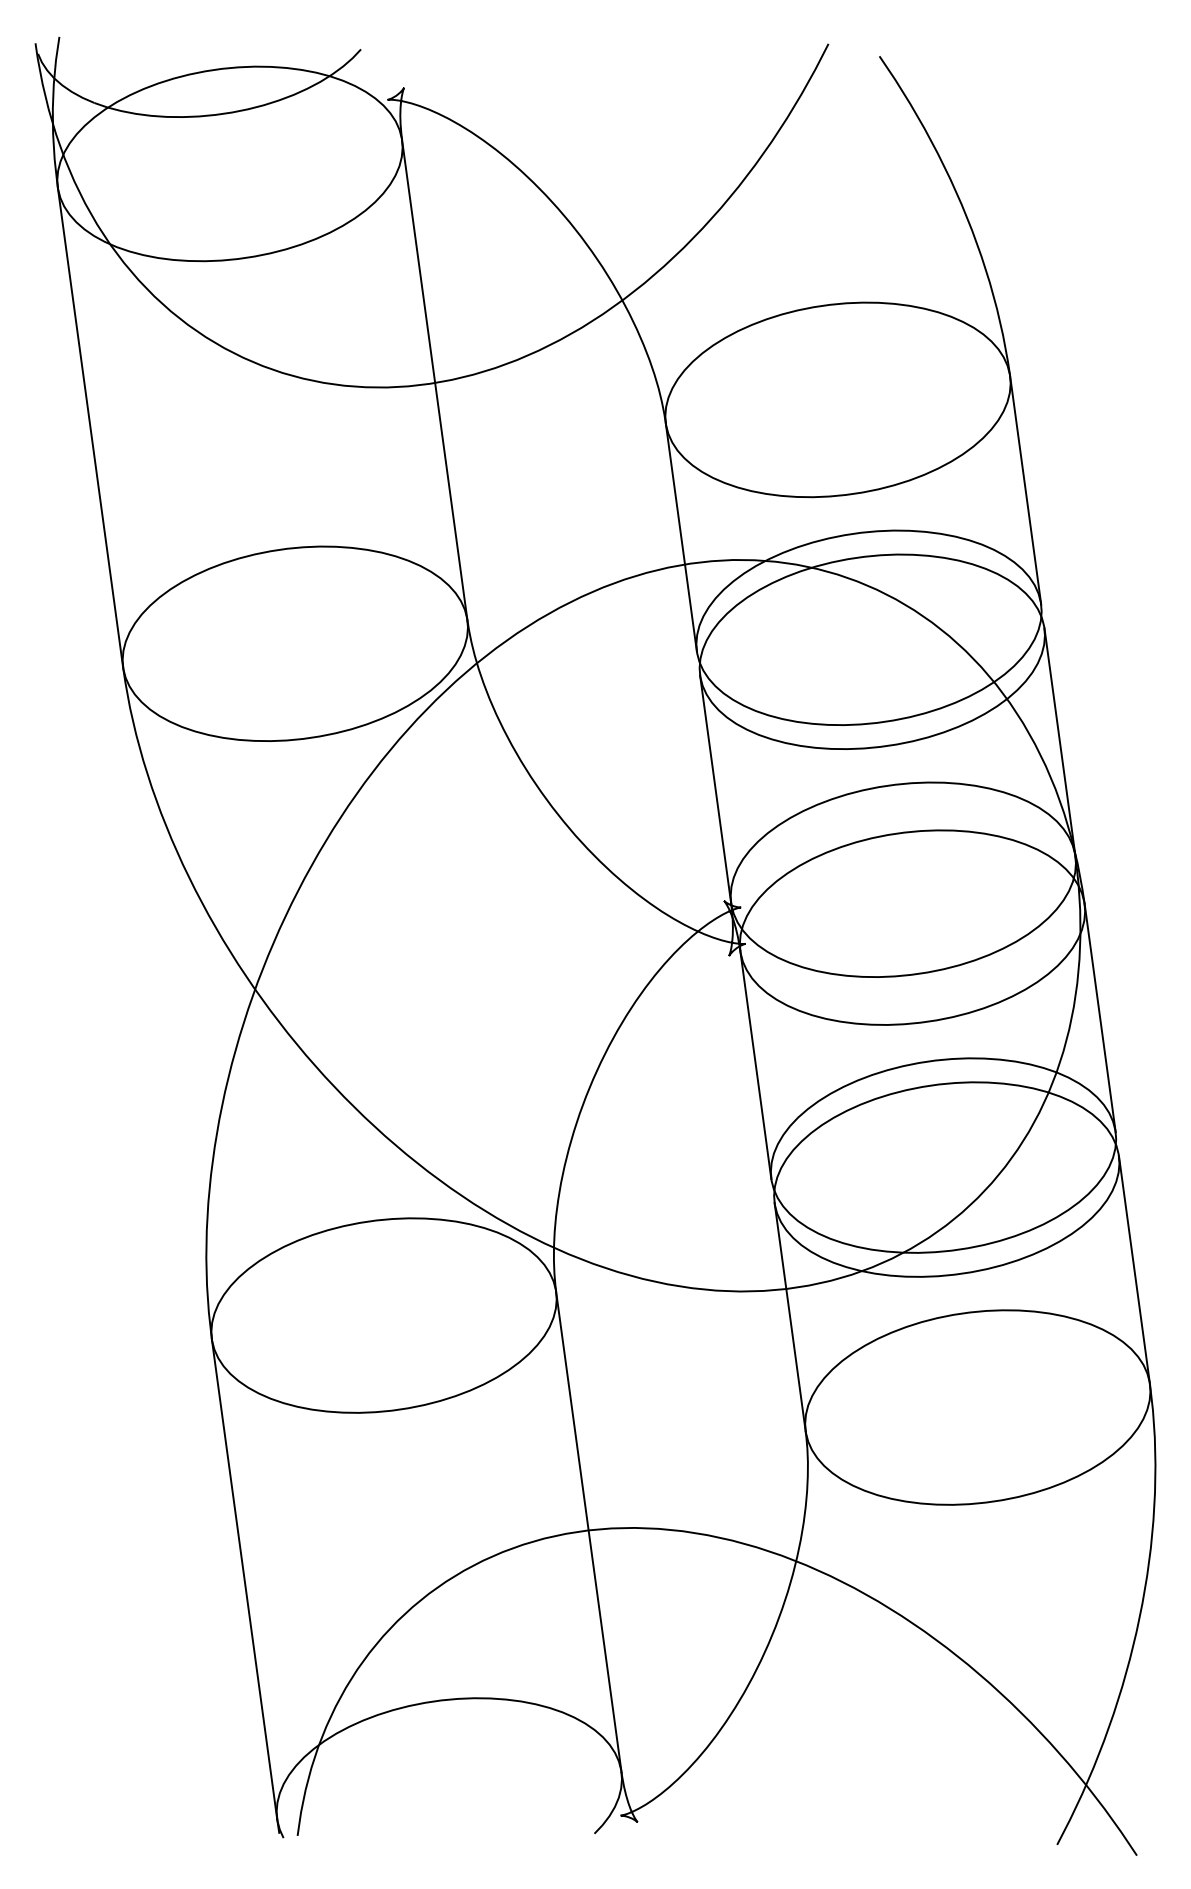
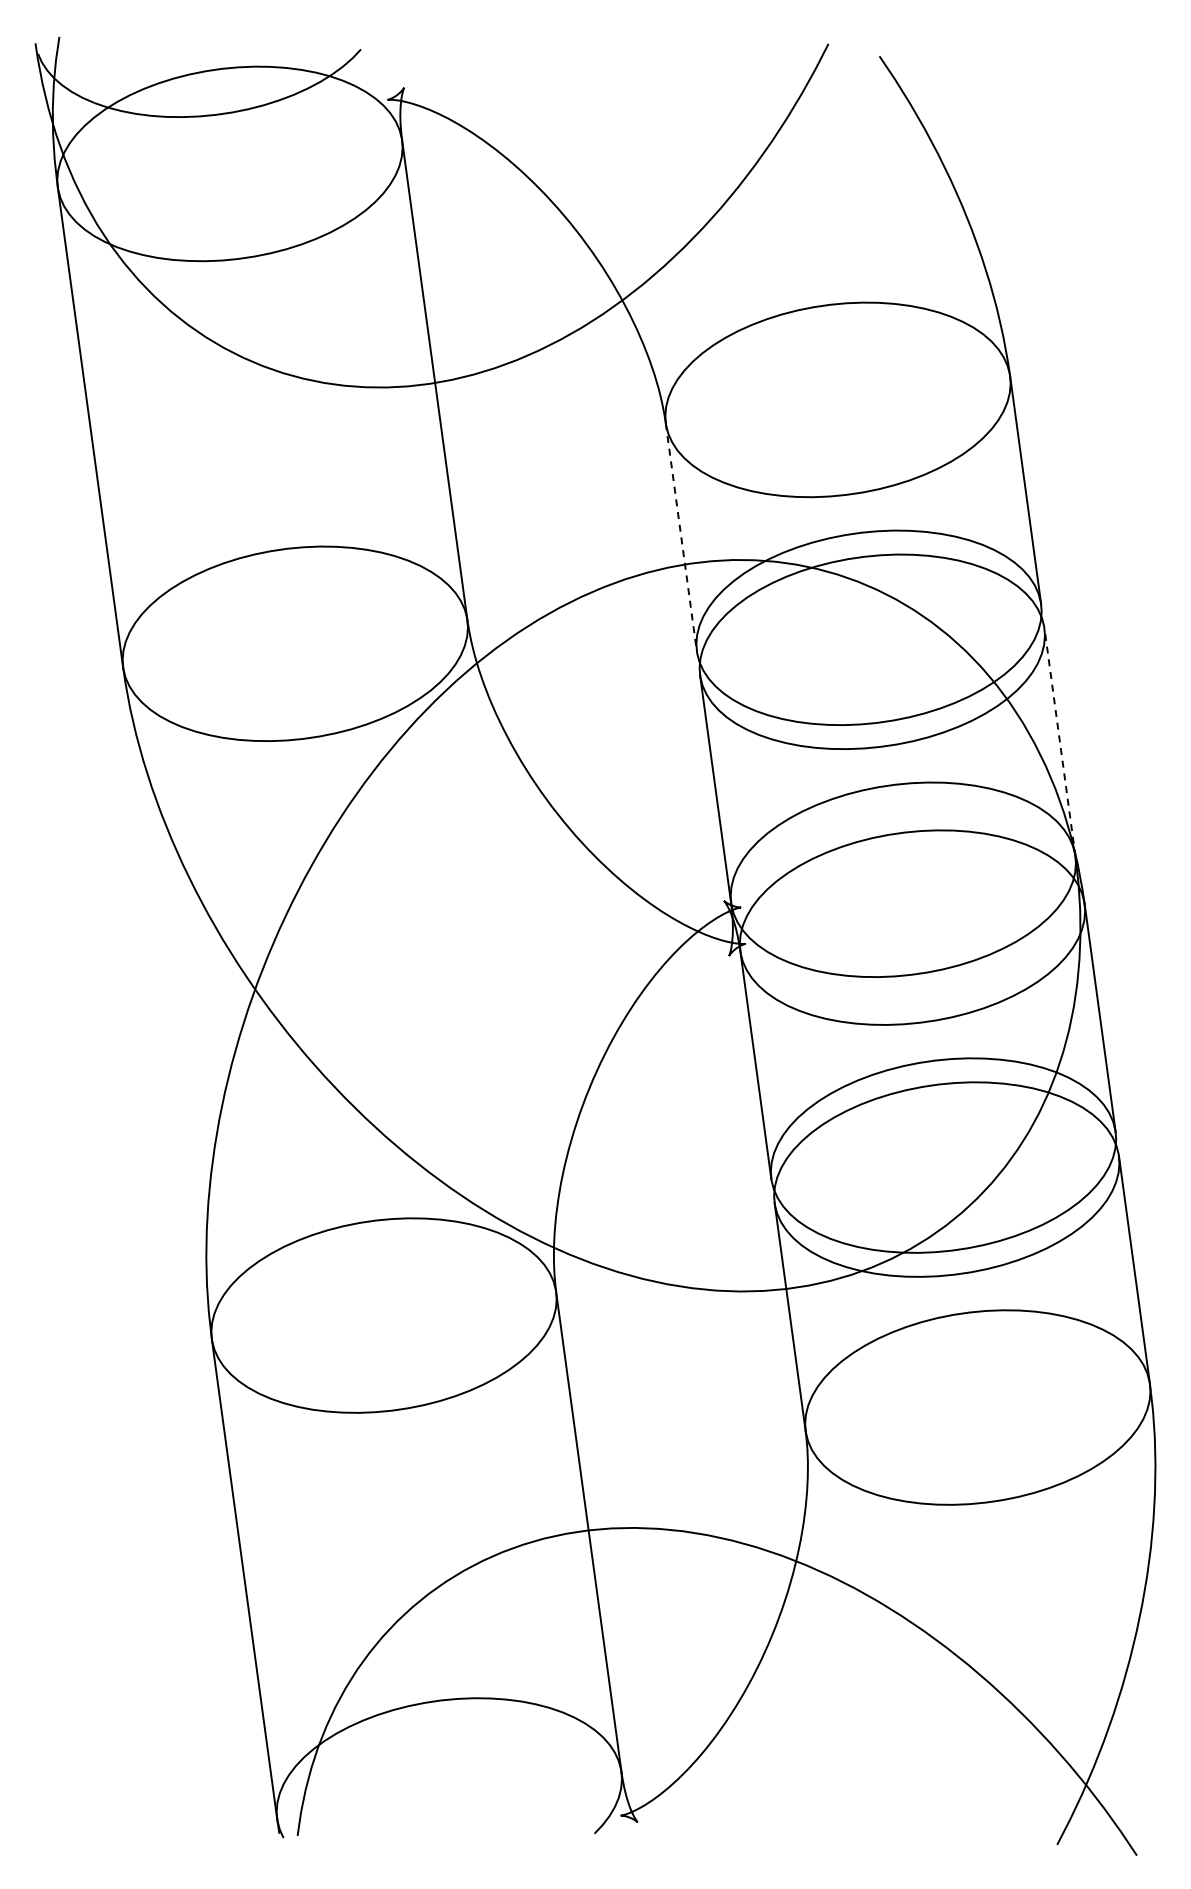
line at (681, 537): solid -> dashed
line at (1059, 741): solid -> dashed
